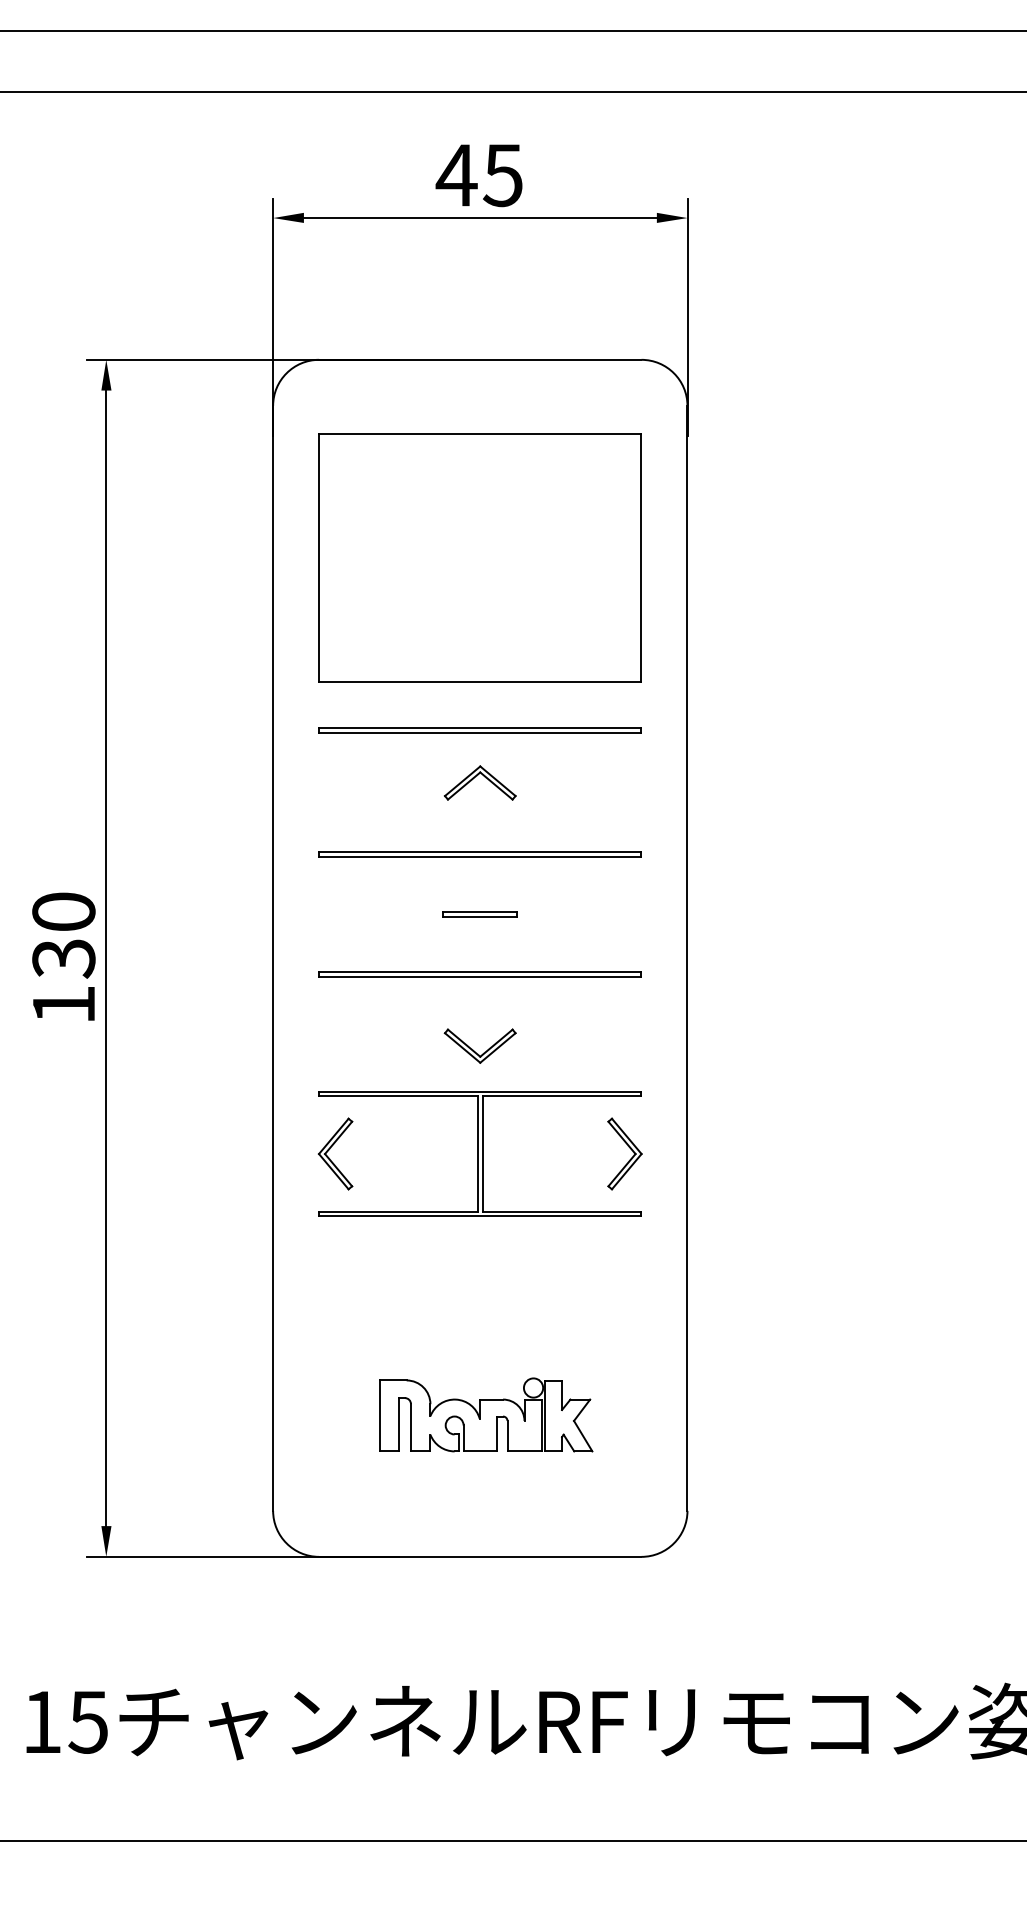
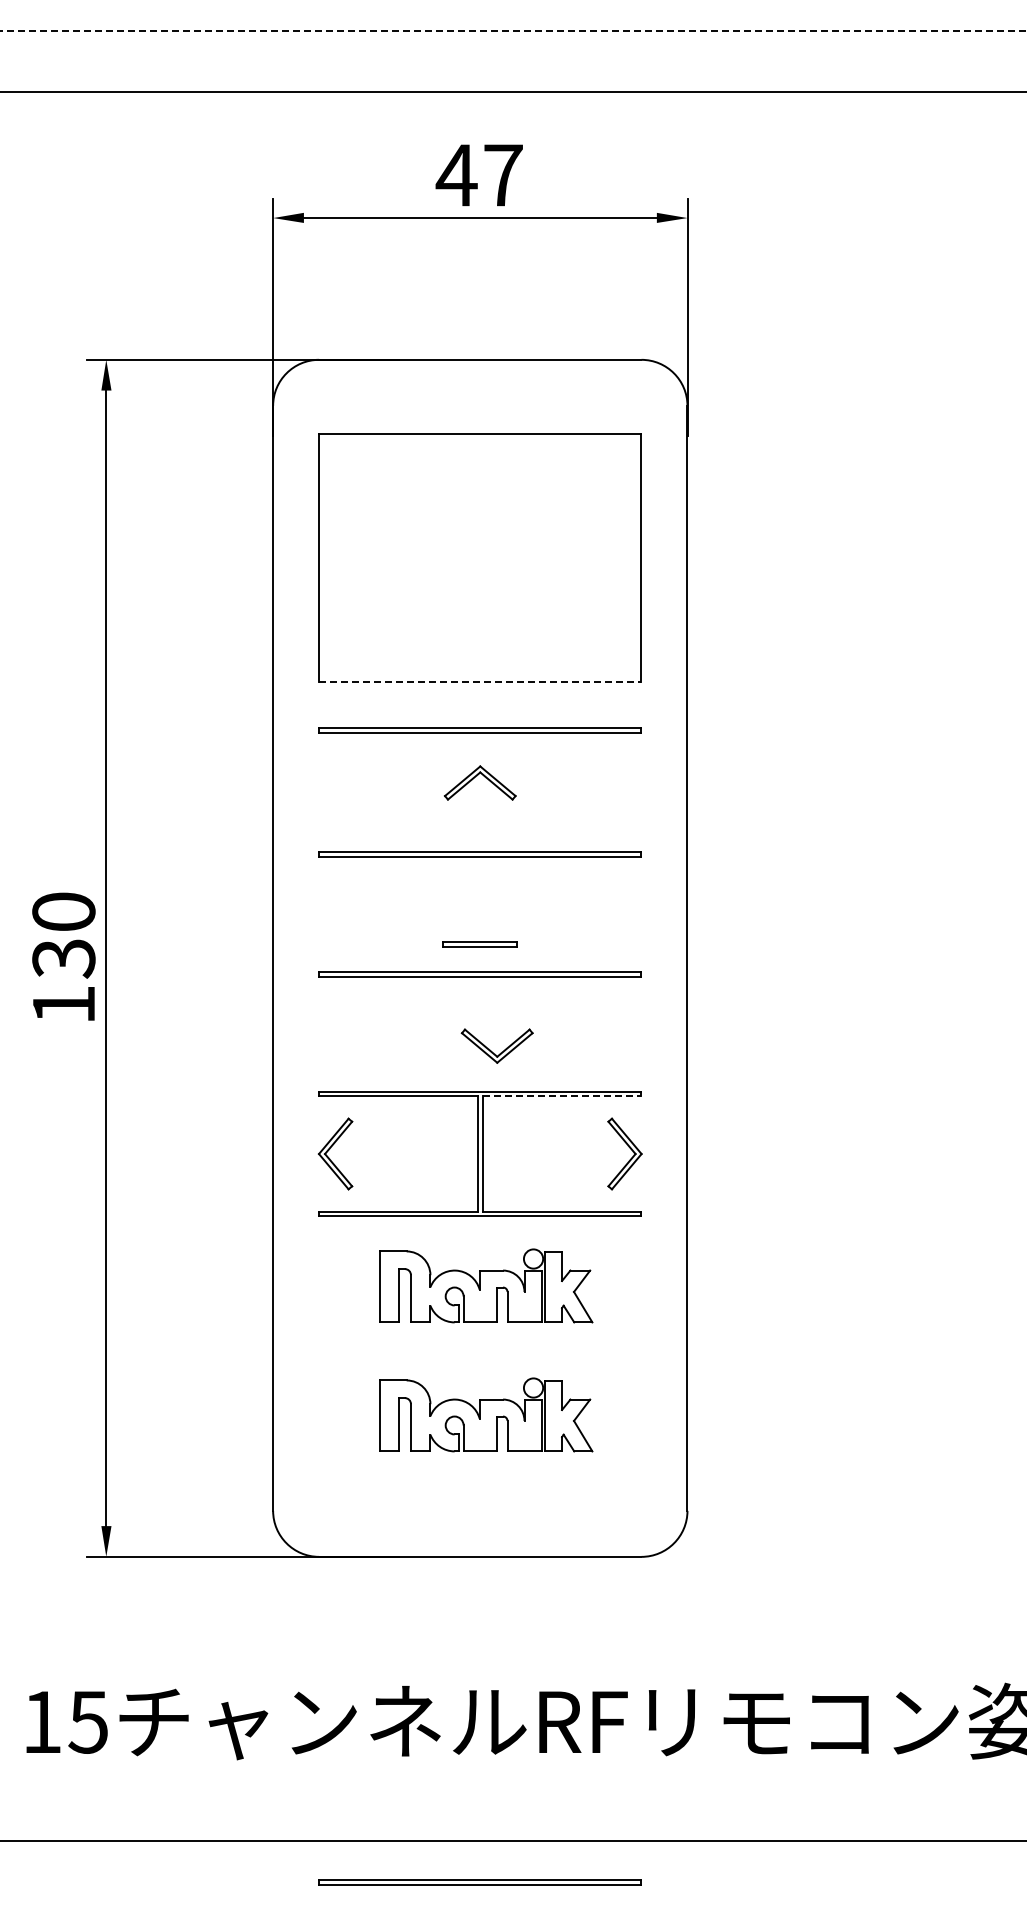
line at (514, 30): solid -> dashed
text at (502, 175): 45 -> 47
line at (480, 682): solid -> dashed
part at (479, 914) position: (479, 914) -> (479, 944)
part at (474, 1050) position: (474, 1050) -> (491, 1050)
line at (562, 1096): solid -> dashed
part at (486, 1285): none -> present
part at (479, 1882): none -> present
